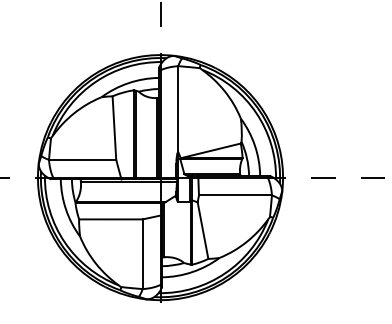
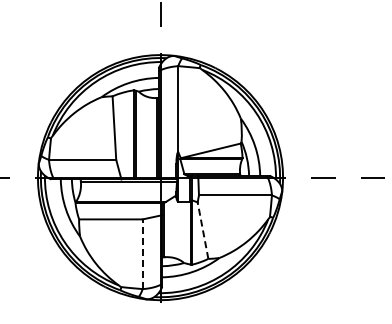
line at (203, 230): solid -> dashed
line at (142, 254): solid -> dashed
